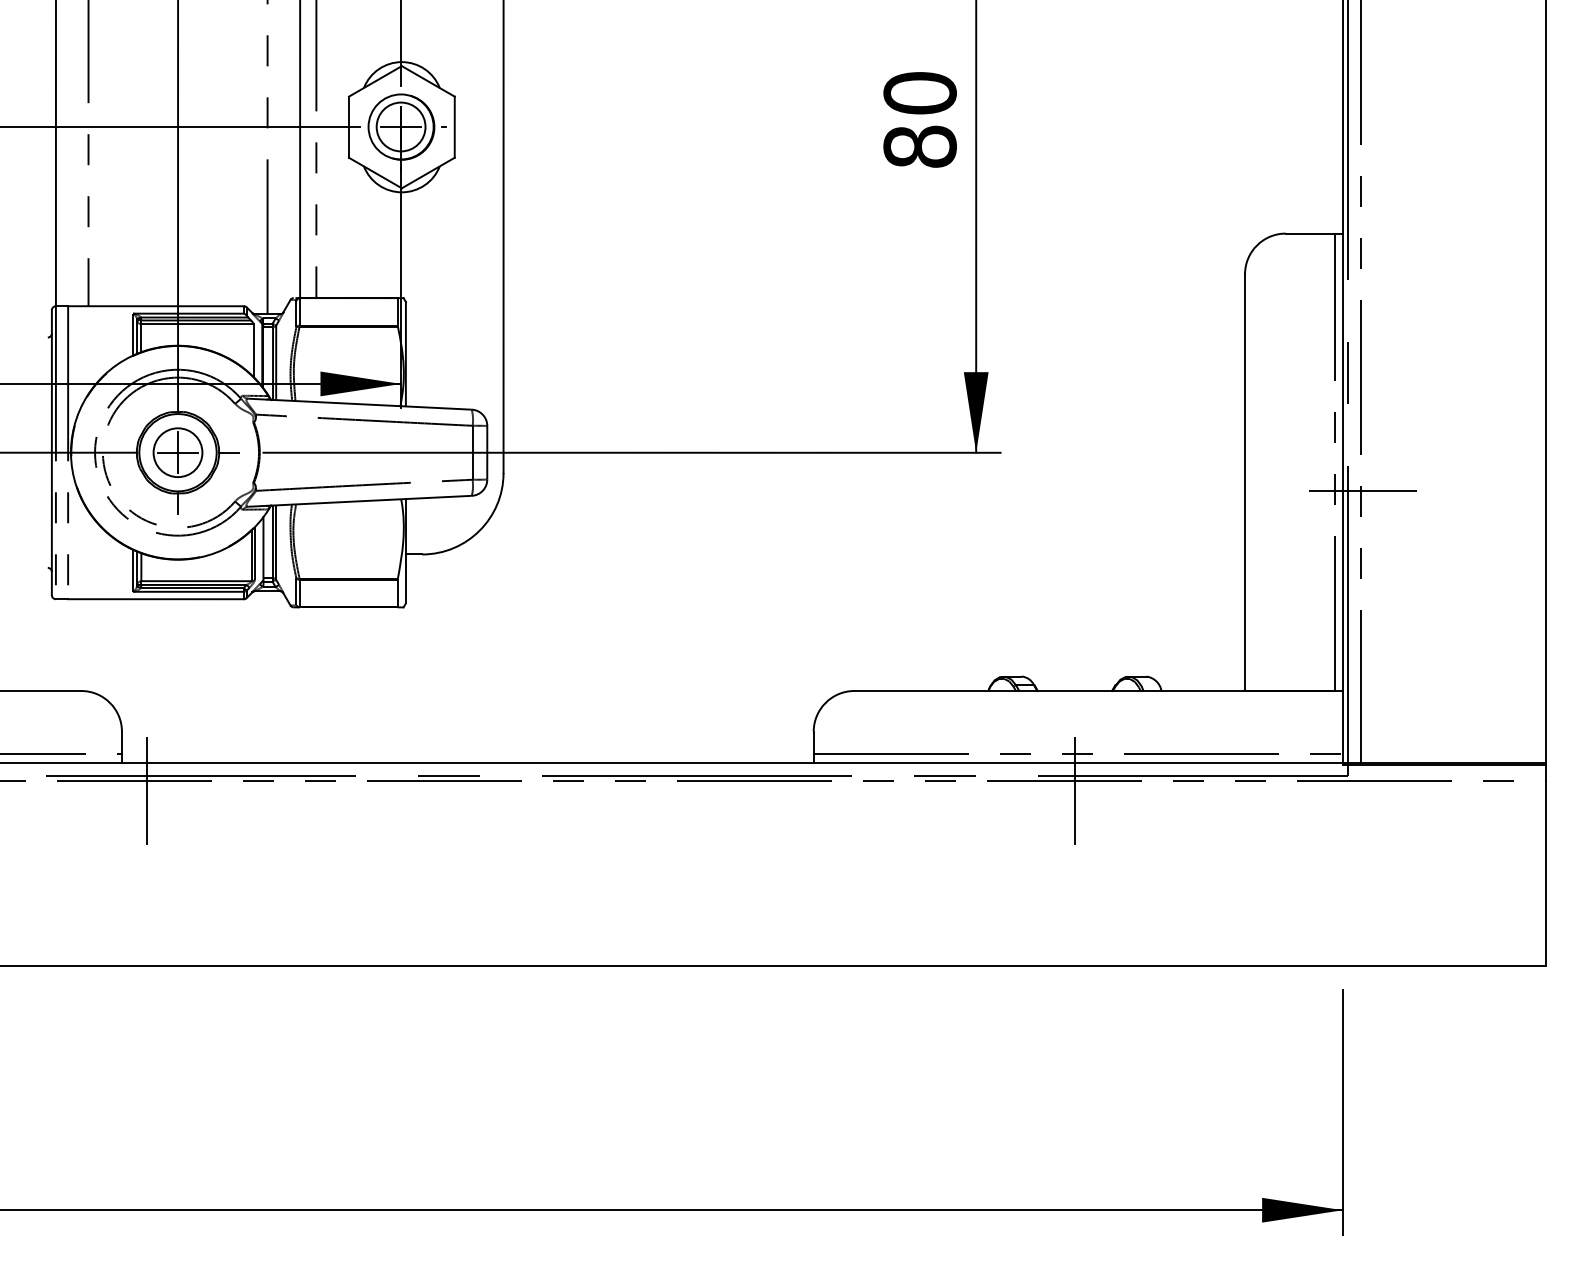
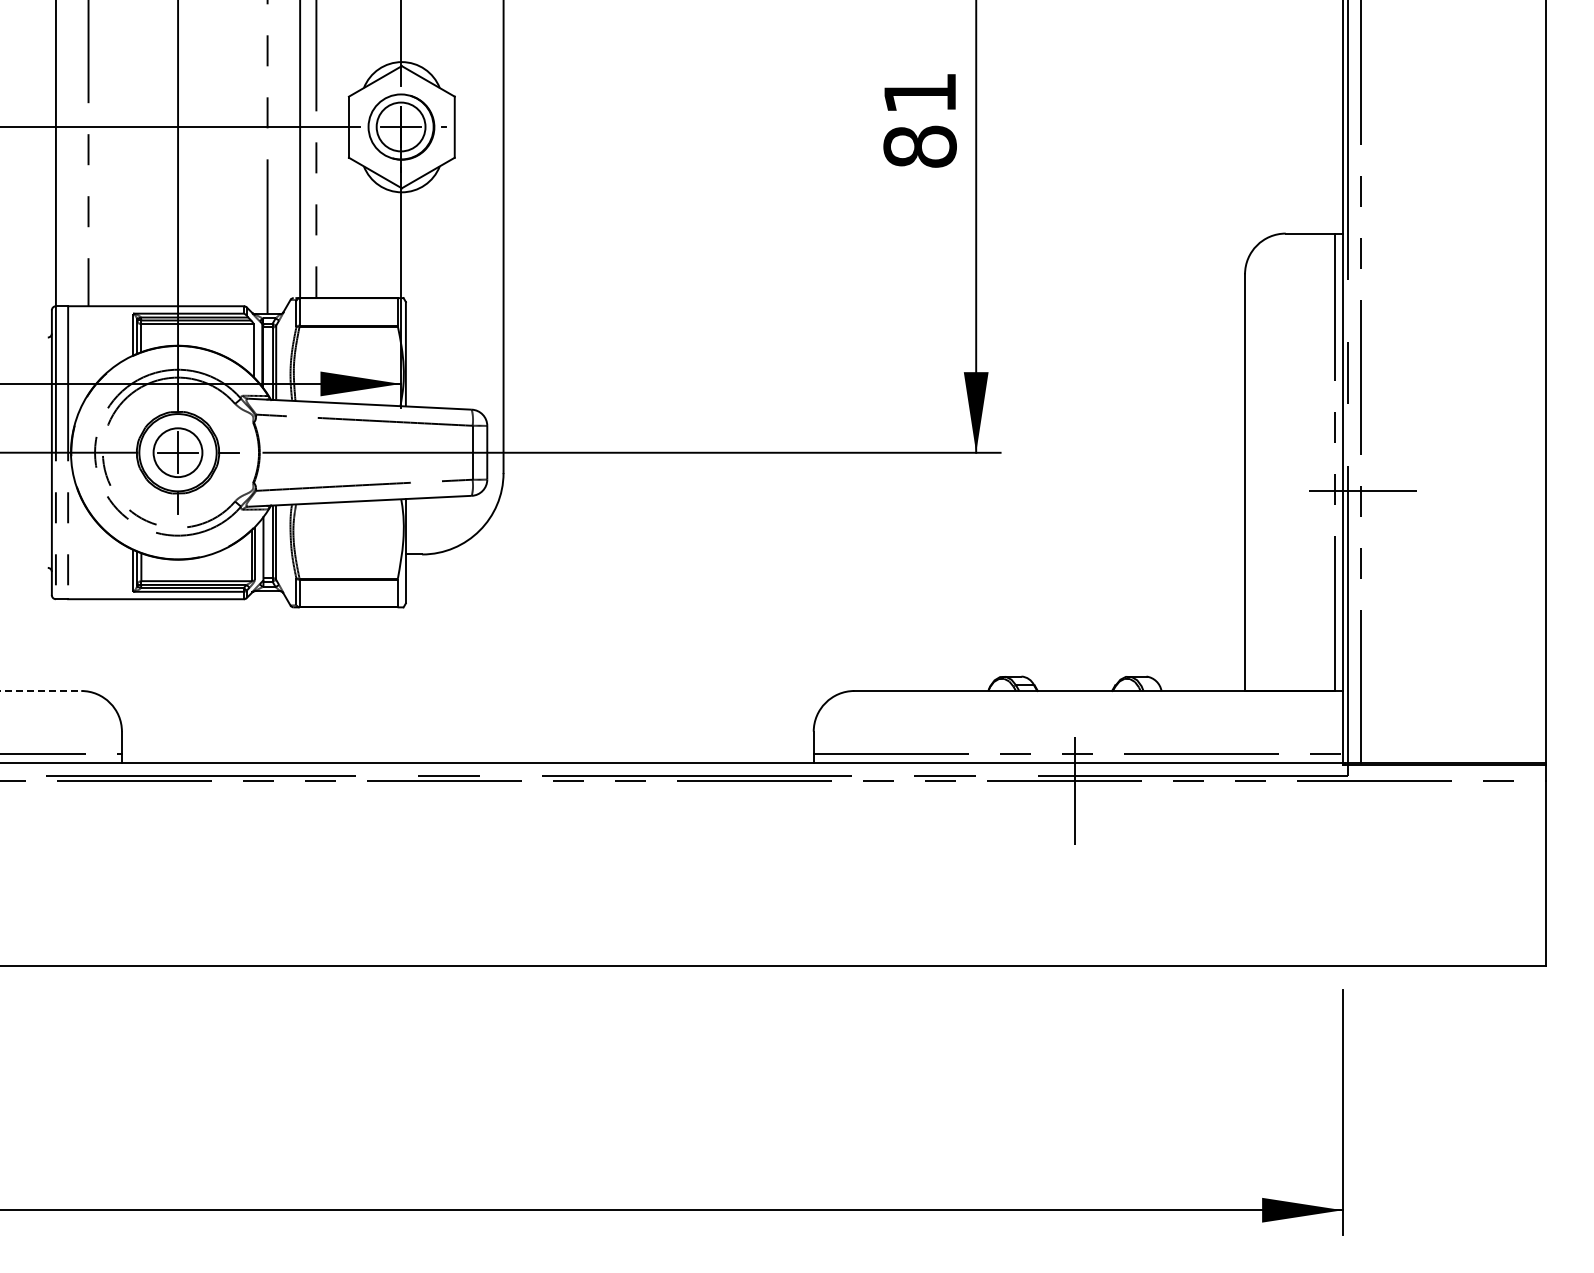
text at (919, 93): 80 -> 81
line at (41, 690): solid -> dashed
line at (147, 790): present -> none
